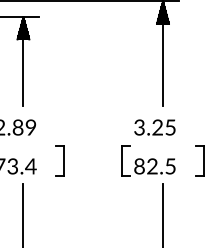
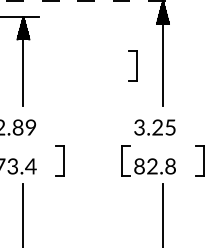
line at (89, 1): solid -> dashed
part at (132, 65): none -> present
text at (170, 166): 82.5 -> 82.8
